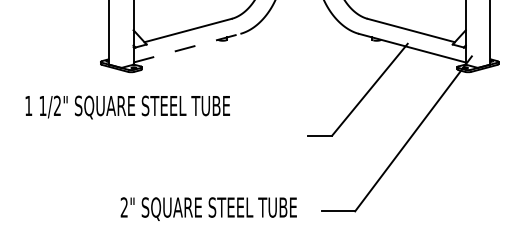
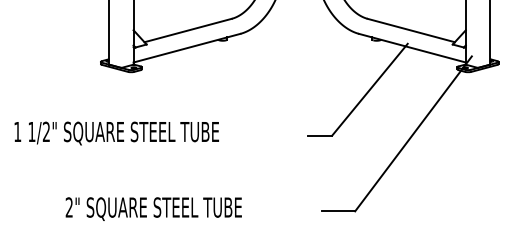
line at (187, 48): dashed -> solid
text at (127, 107) position: (127, 107) -> (116, 133)
text at (208, 208) position: (208, 208) -> (153, 208)
